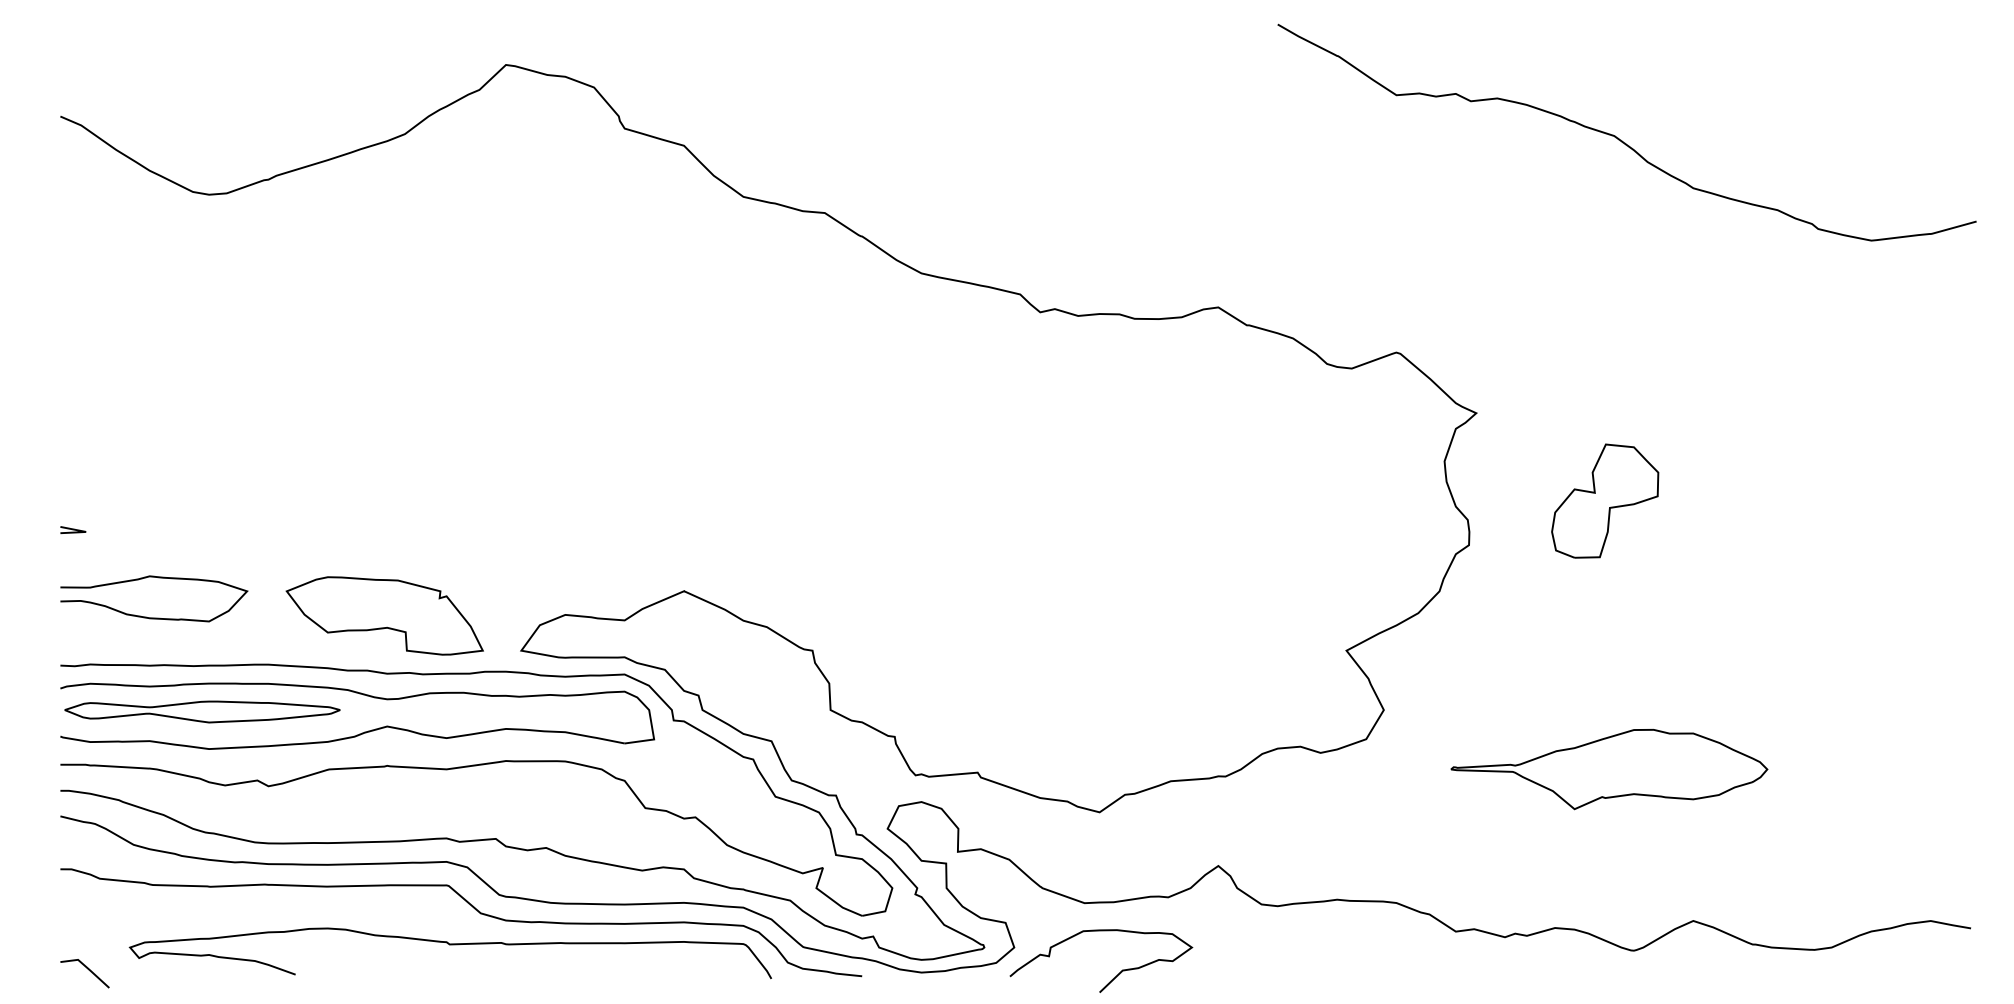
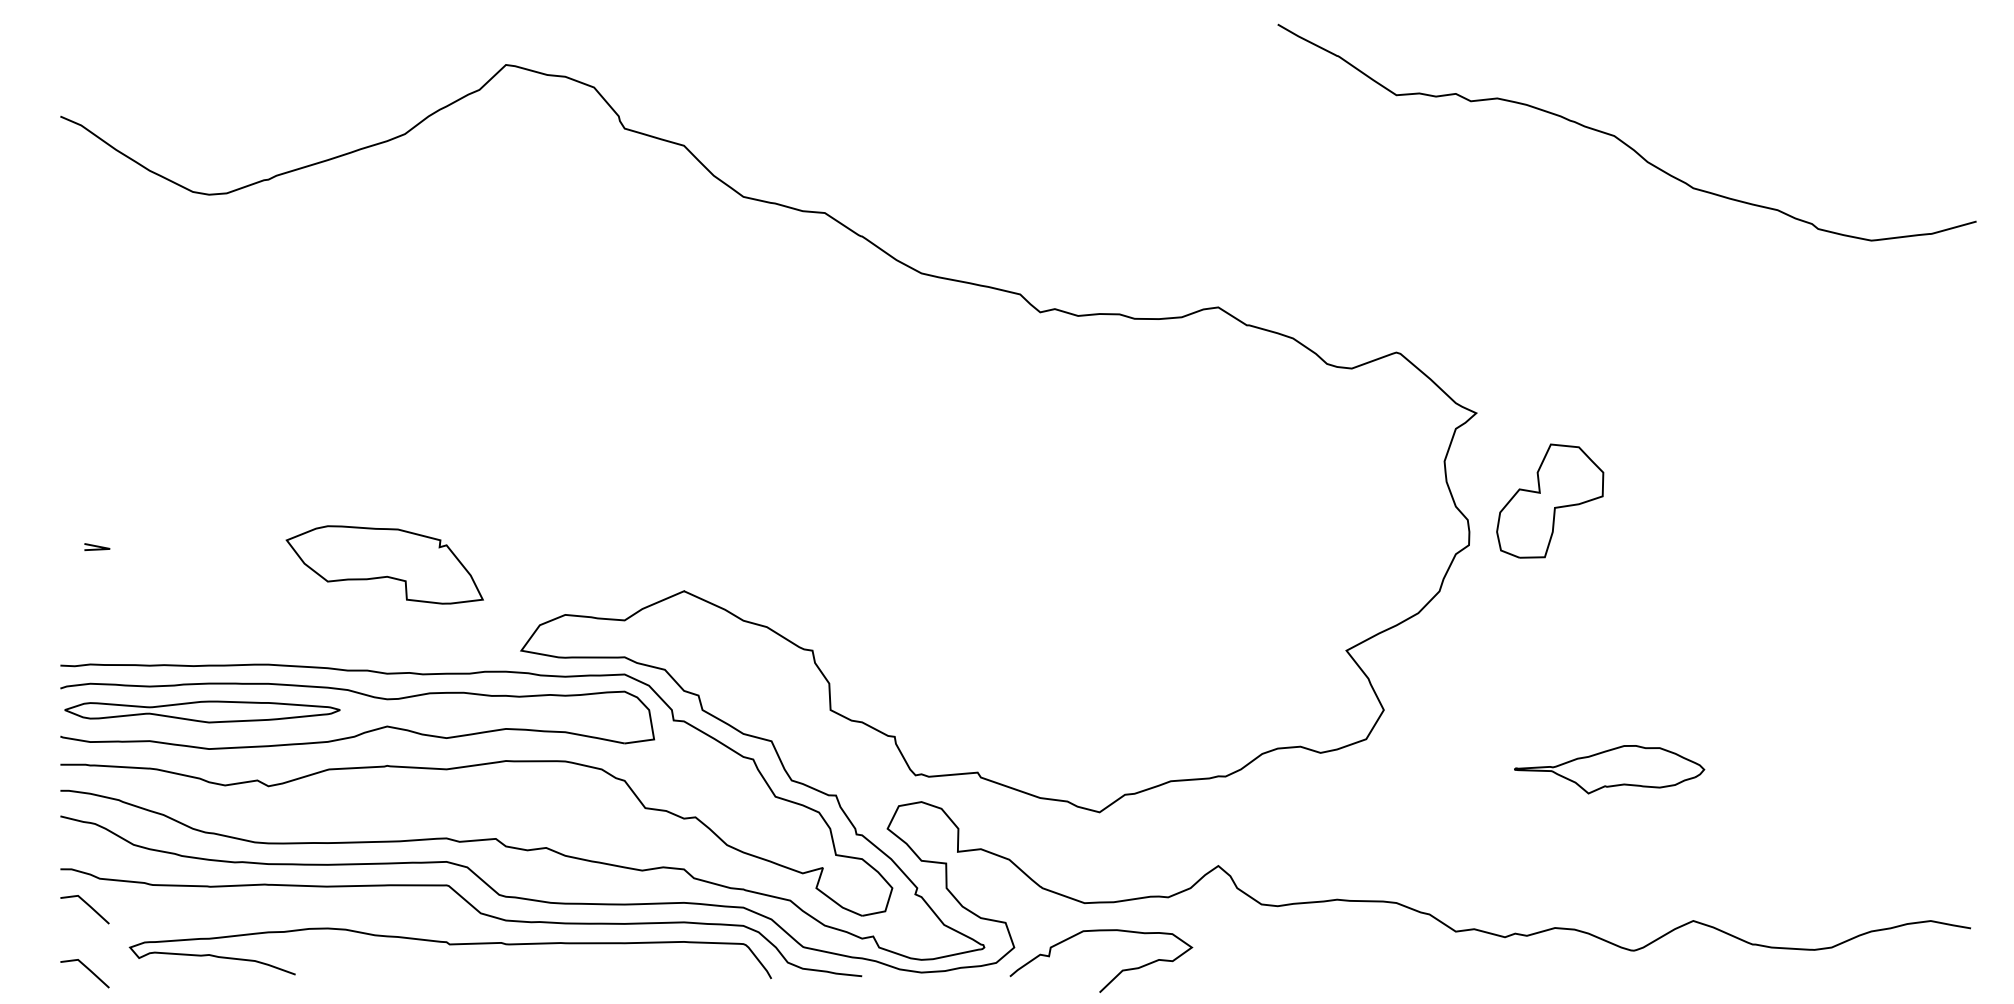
part at (1605, 500) position: (1605, 500) -> (1550, 500)
line at (73, 529) position: (73, 529) -> (97, 546)
part at (384, 615) position: (384, 615) -> (384, 564)
curve at (154, 617): present -> none
part at (1609, 769) size: 319x82 px -> 192x50 px
line at (87, 905): none -> present
